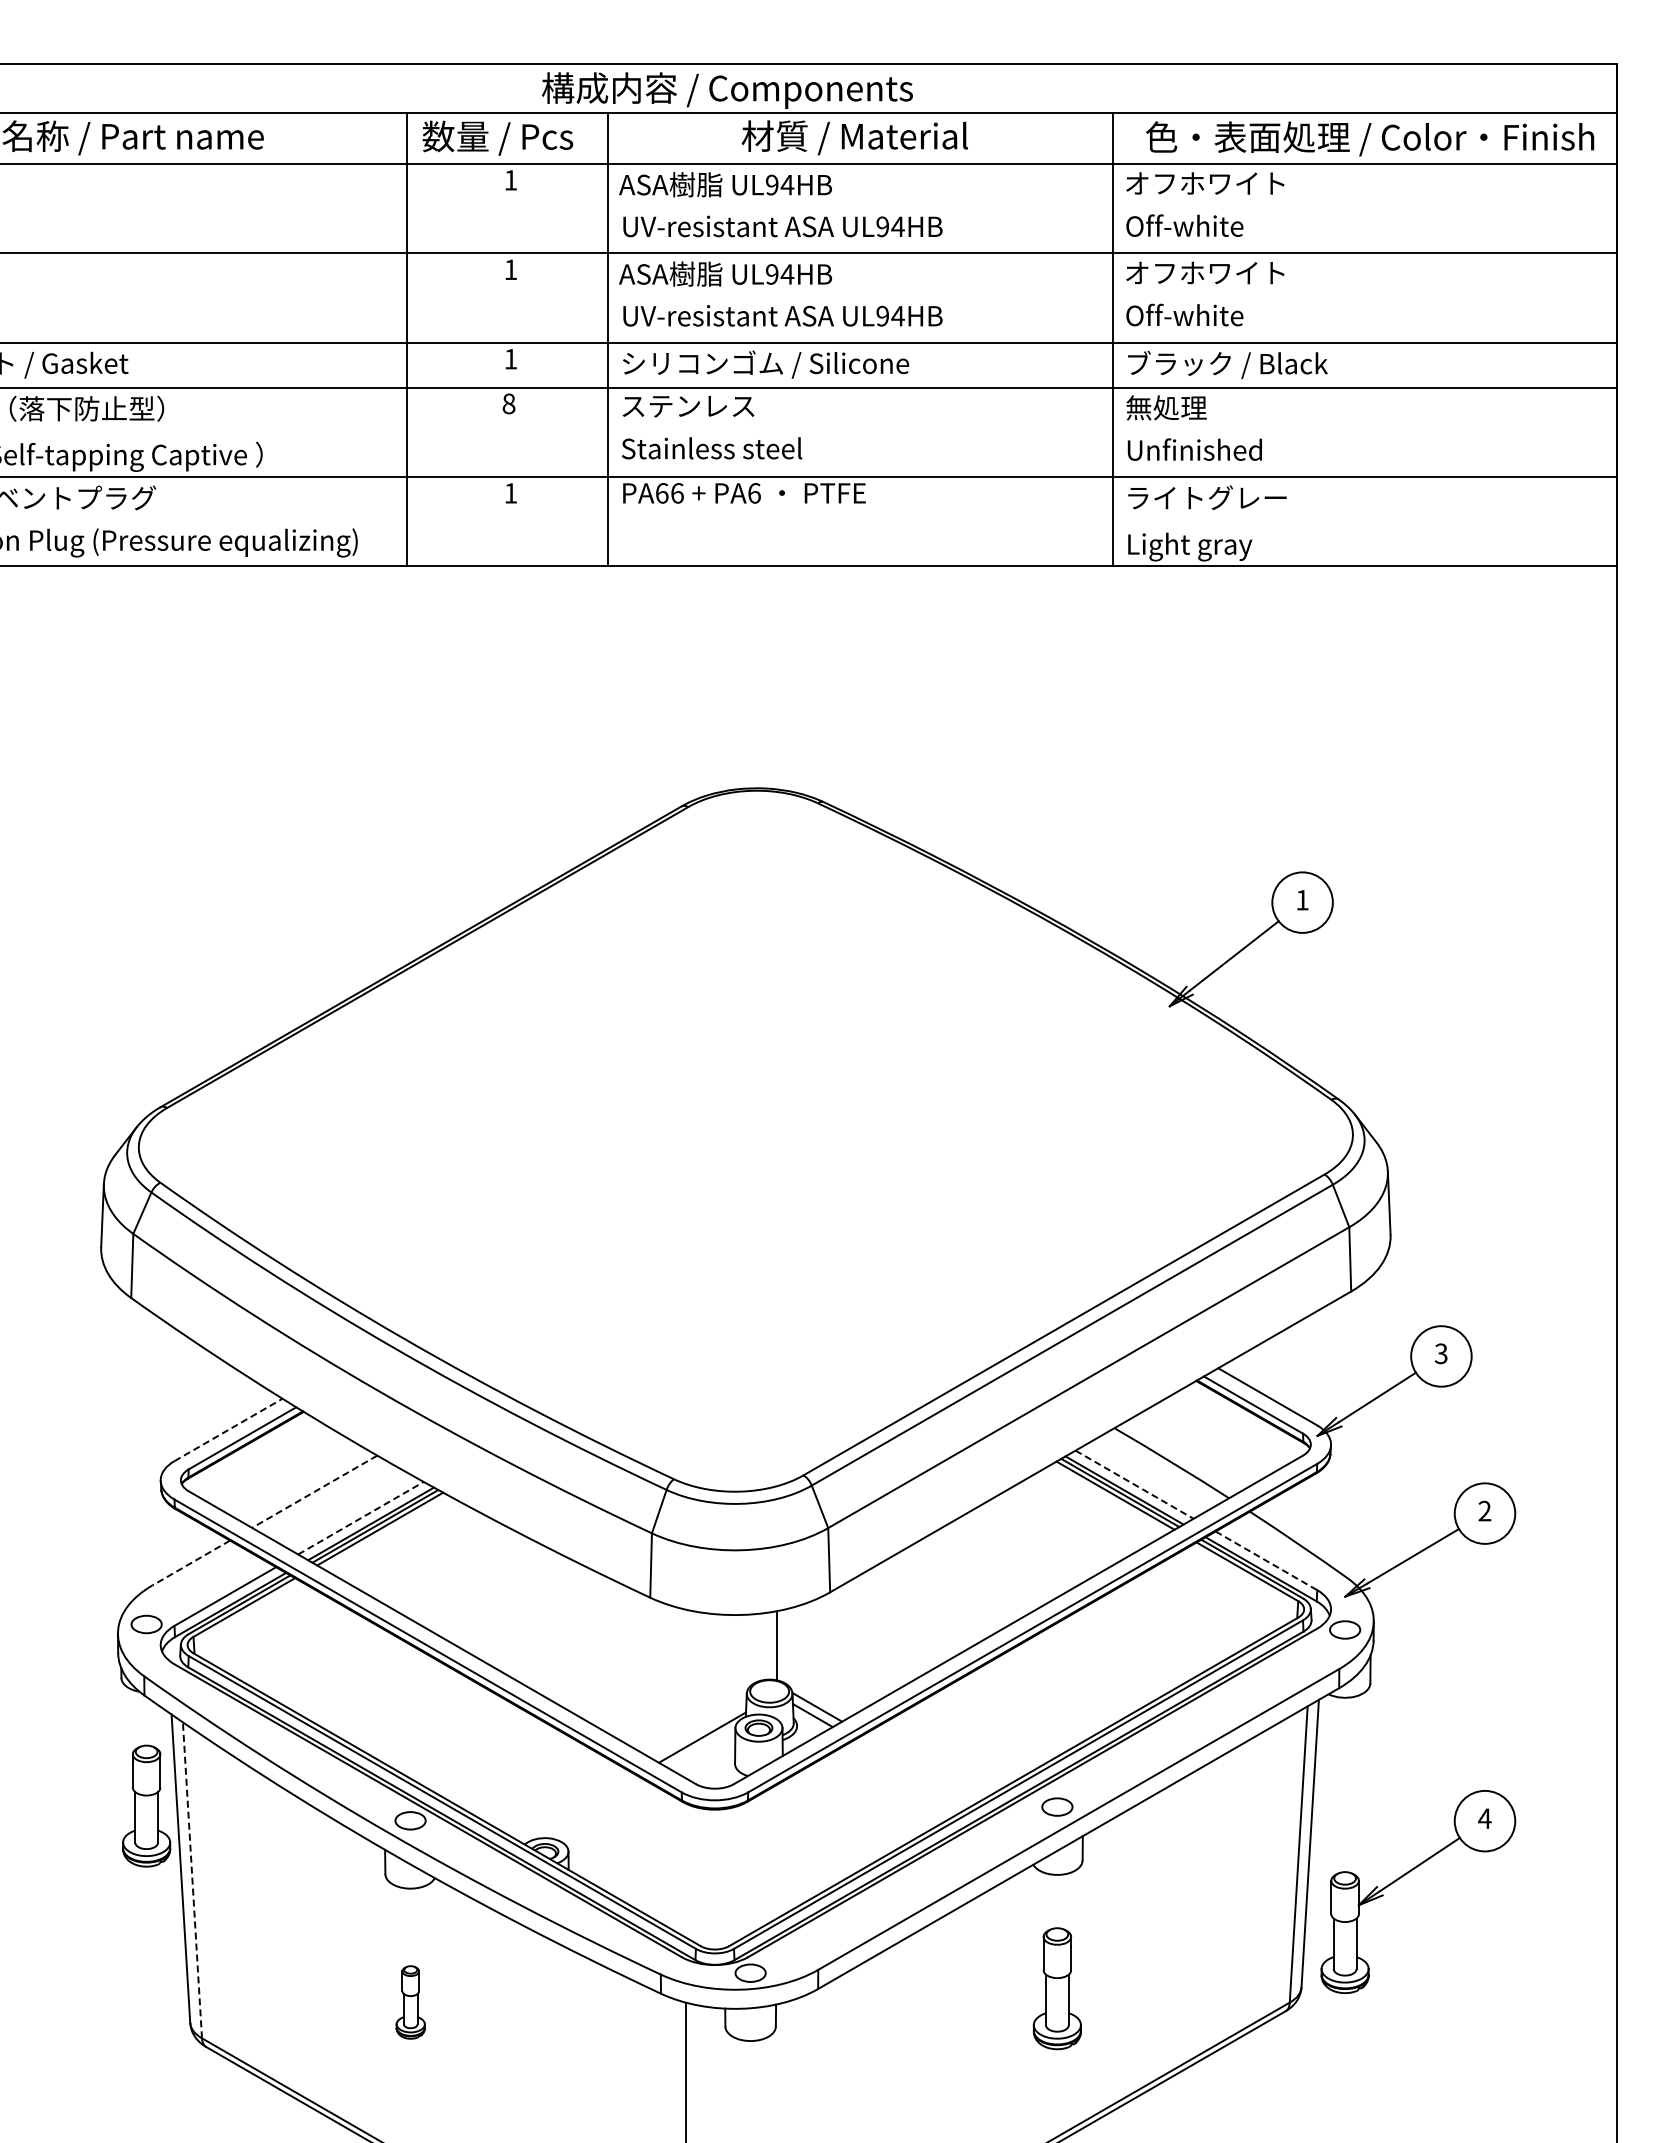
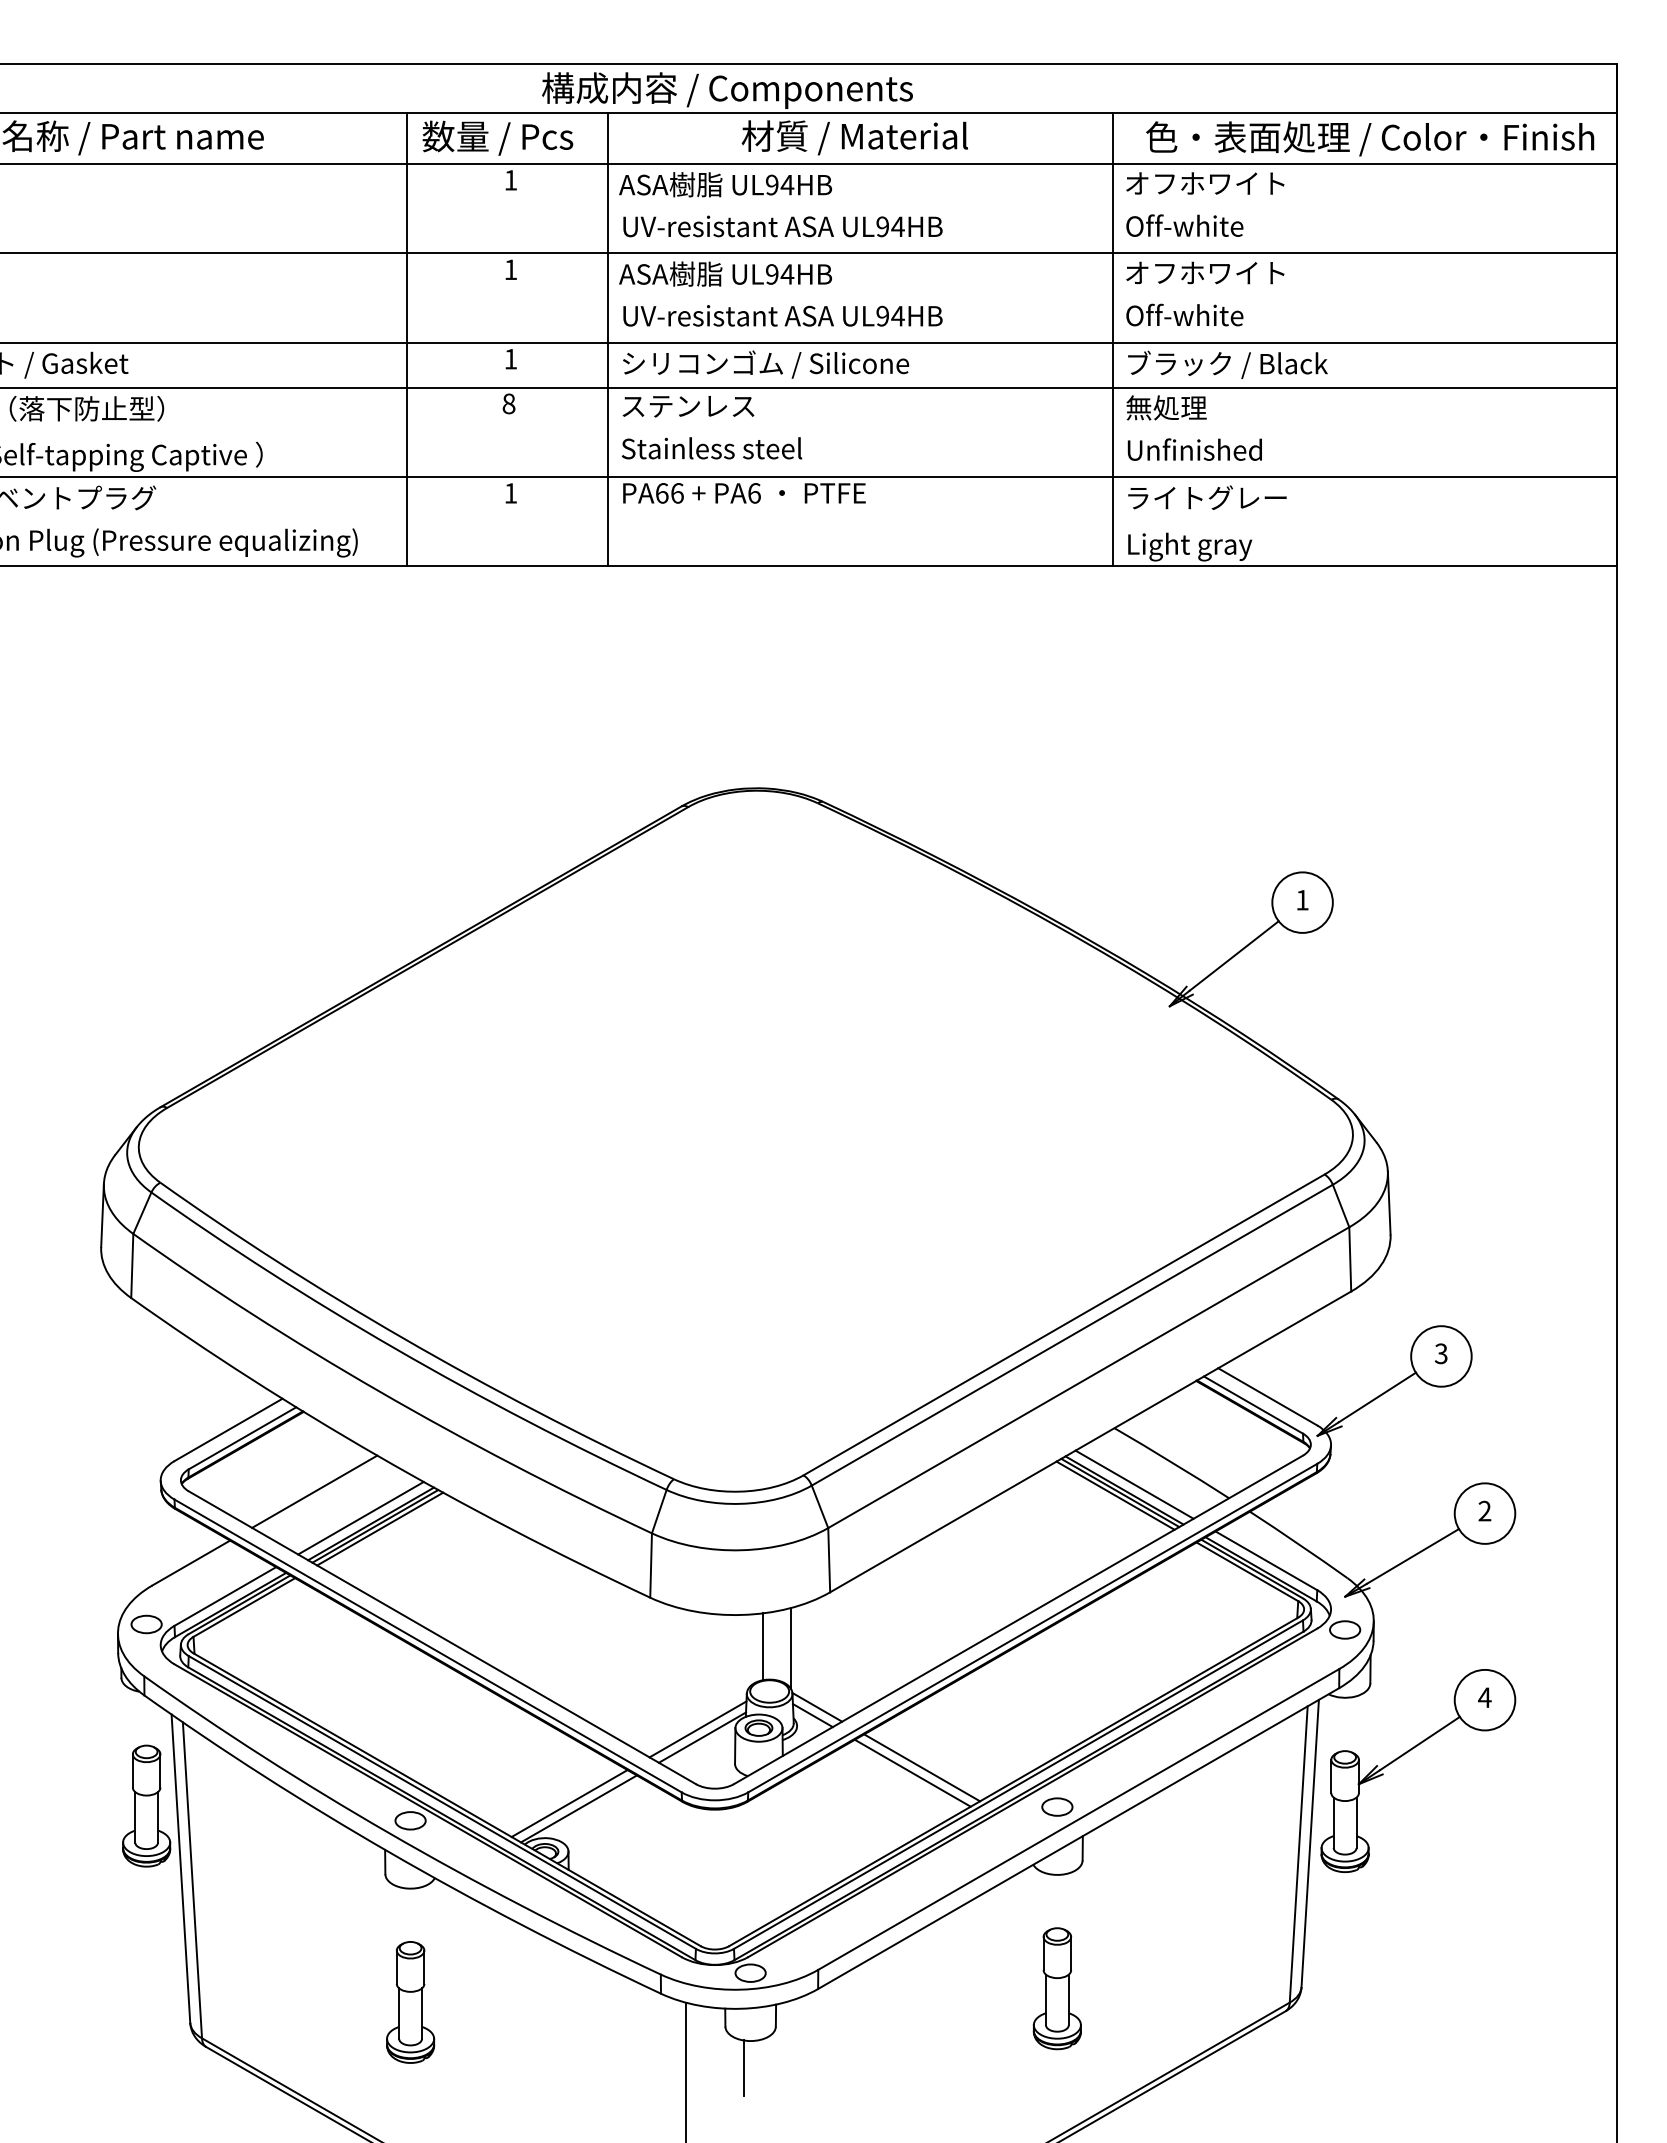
line at (228, 1429): dashed -> solid
line at (1135, 1484): dashed -> solid
line at (314, 1492): dashed -> solid
line at (360, 1518): dashed -> solid
line at (1266, 1560): dashed -> solid
line at (191, 1563): dashed -> solid
line at (776, 1646) position: (776, 1646) -> (762, 1646)
line at (791, 1648): none -> present
line at (697, 1729): none -> present
line at (922, 1767): none -> present
line at (912, 1772): none -> present
line at (569, 1803): none -> present
line at (578, 1808): none -> present
part at (1408, 1873) position: (1408, 1873) -> (1408, 1752)
line at (192, 1879): dashed -> solid
part at (410, 2002) size: 31x75 px -> 50x123 px
line at (743, 2067): none -> present
